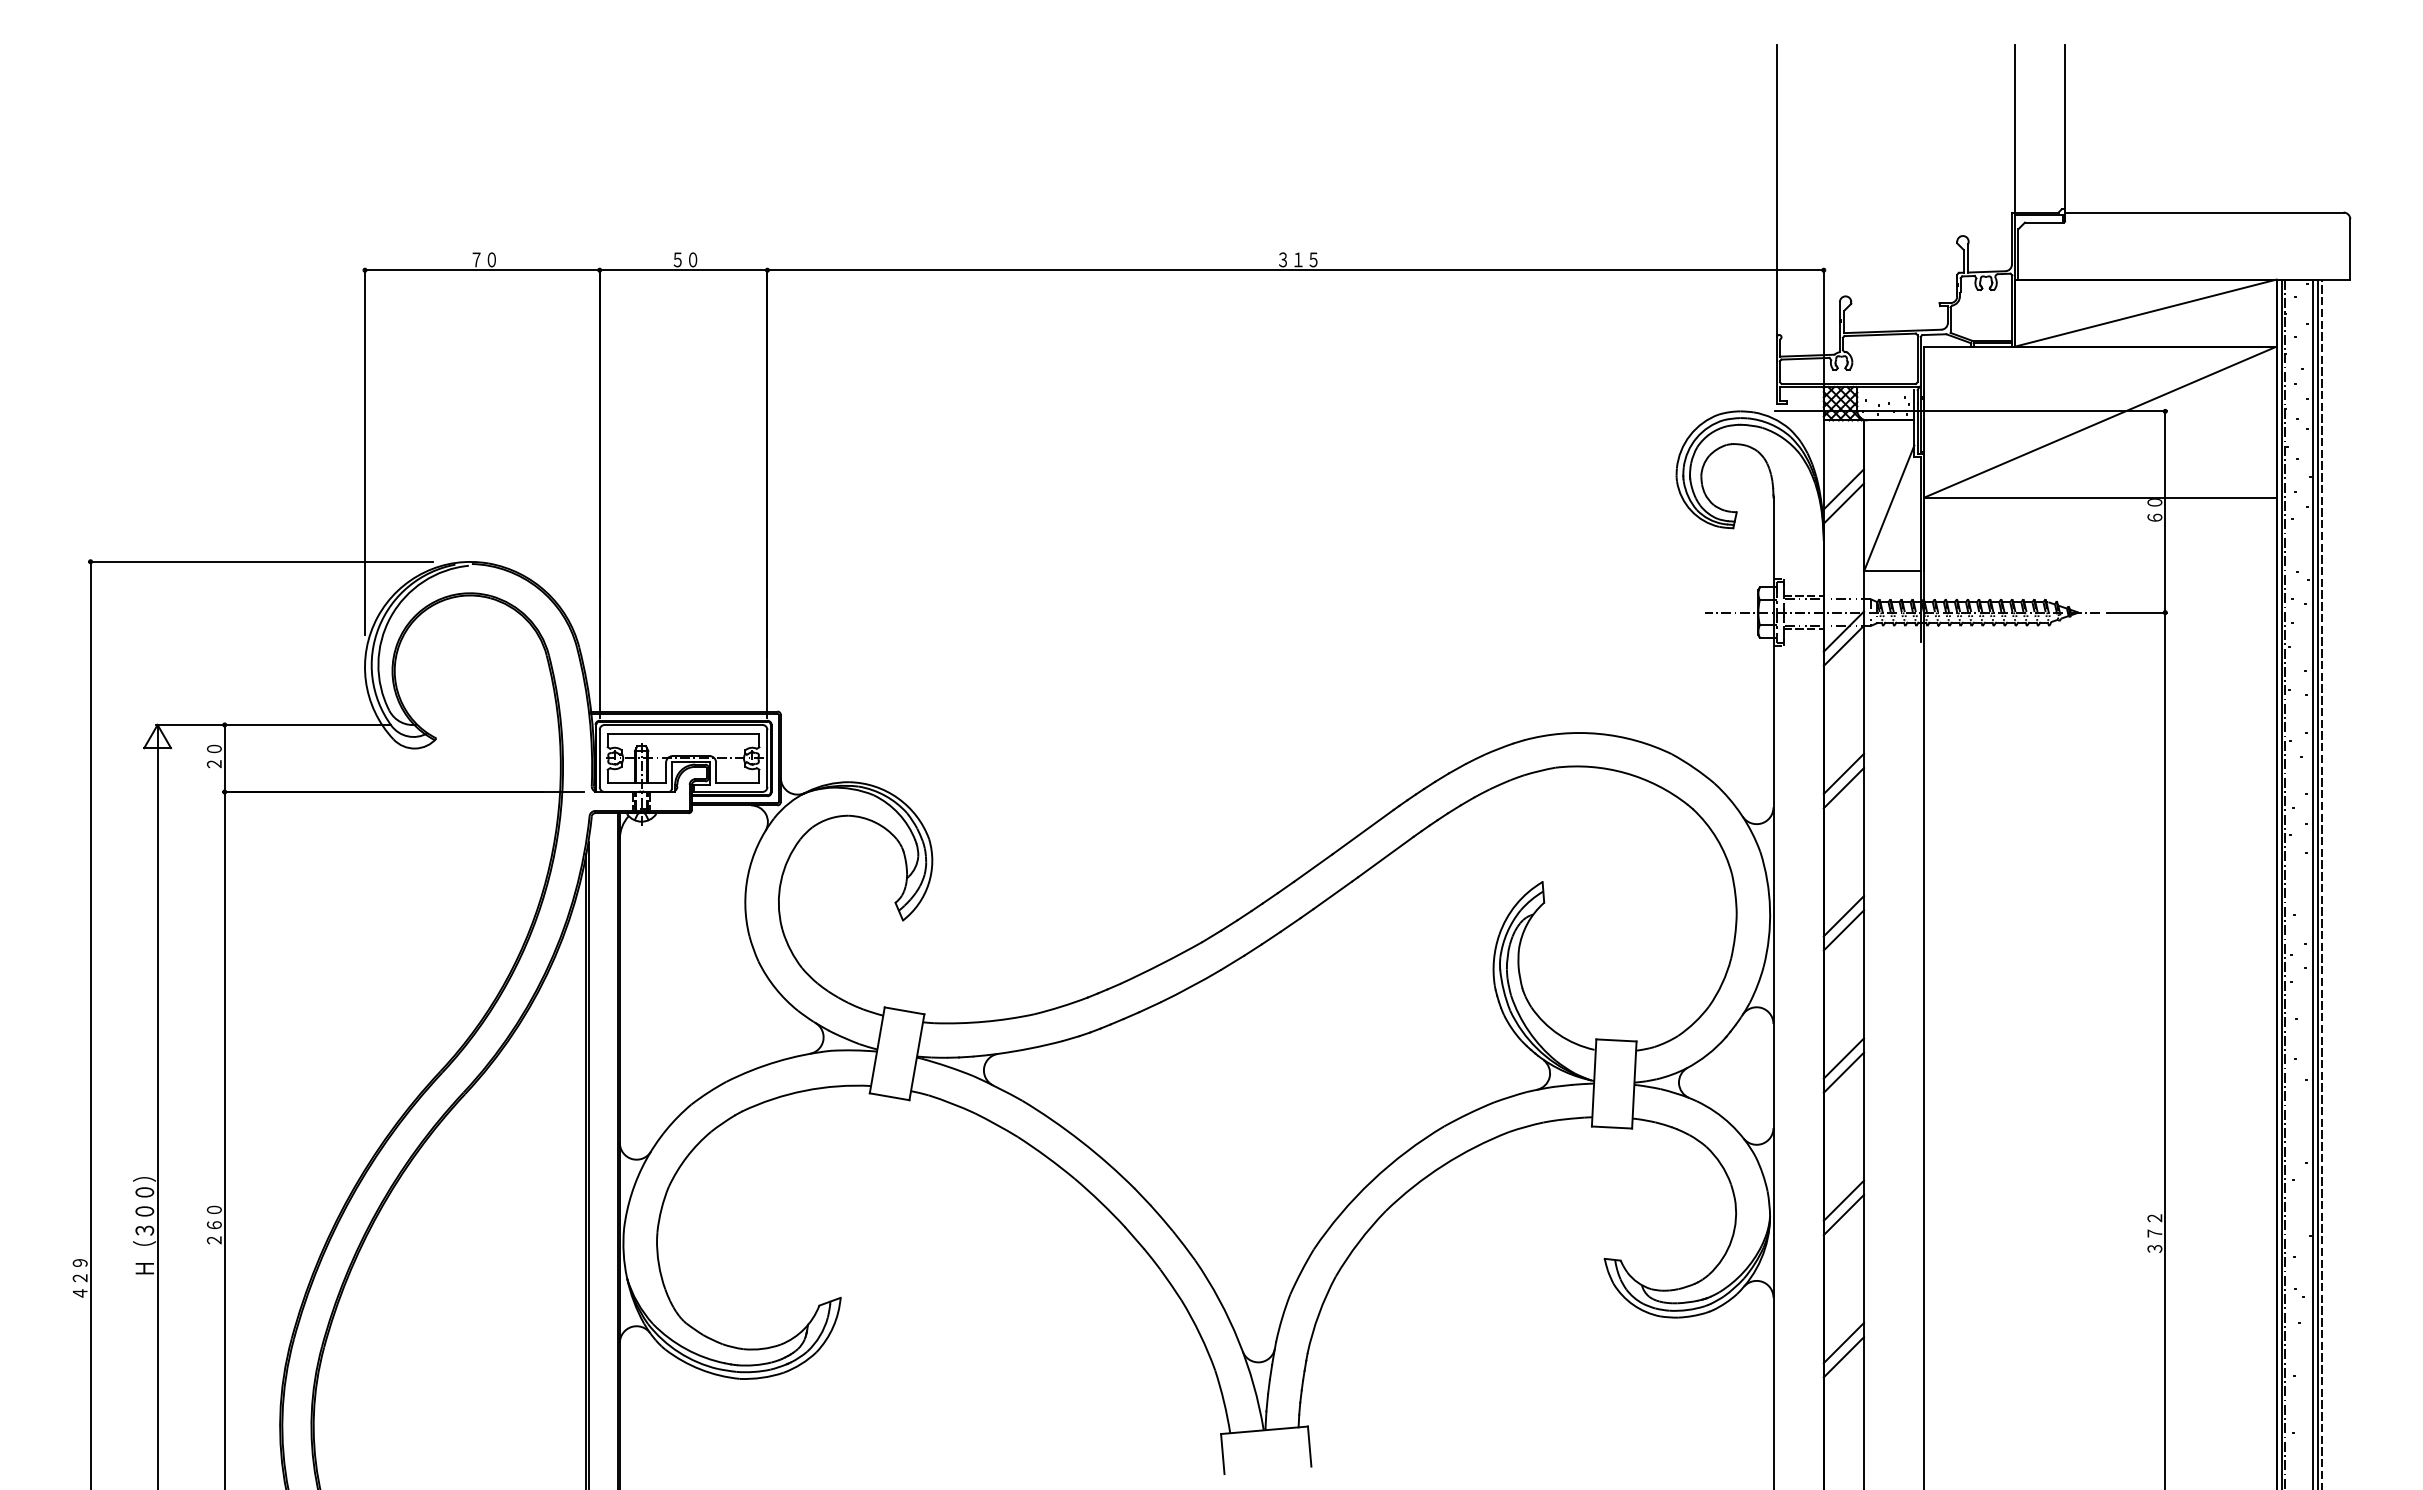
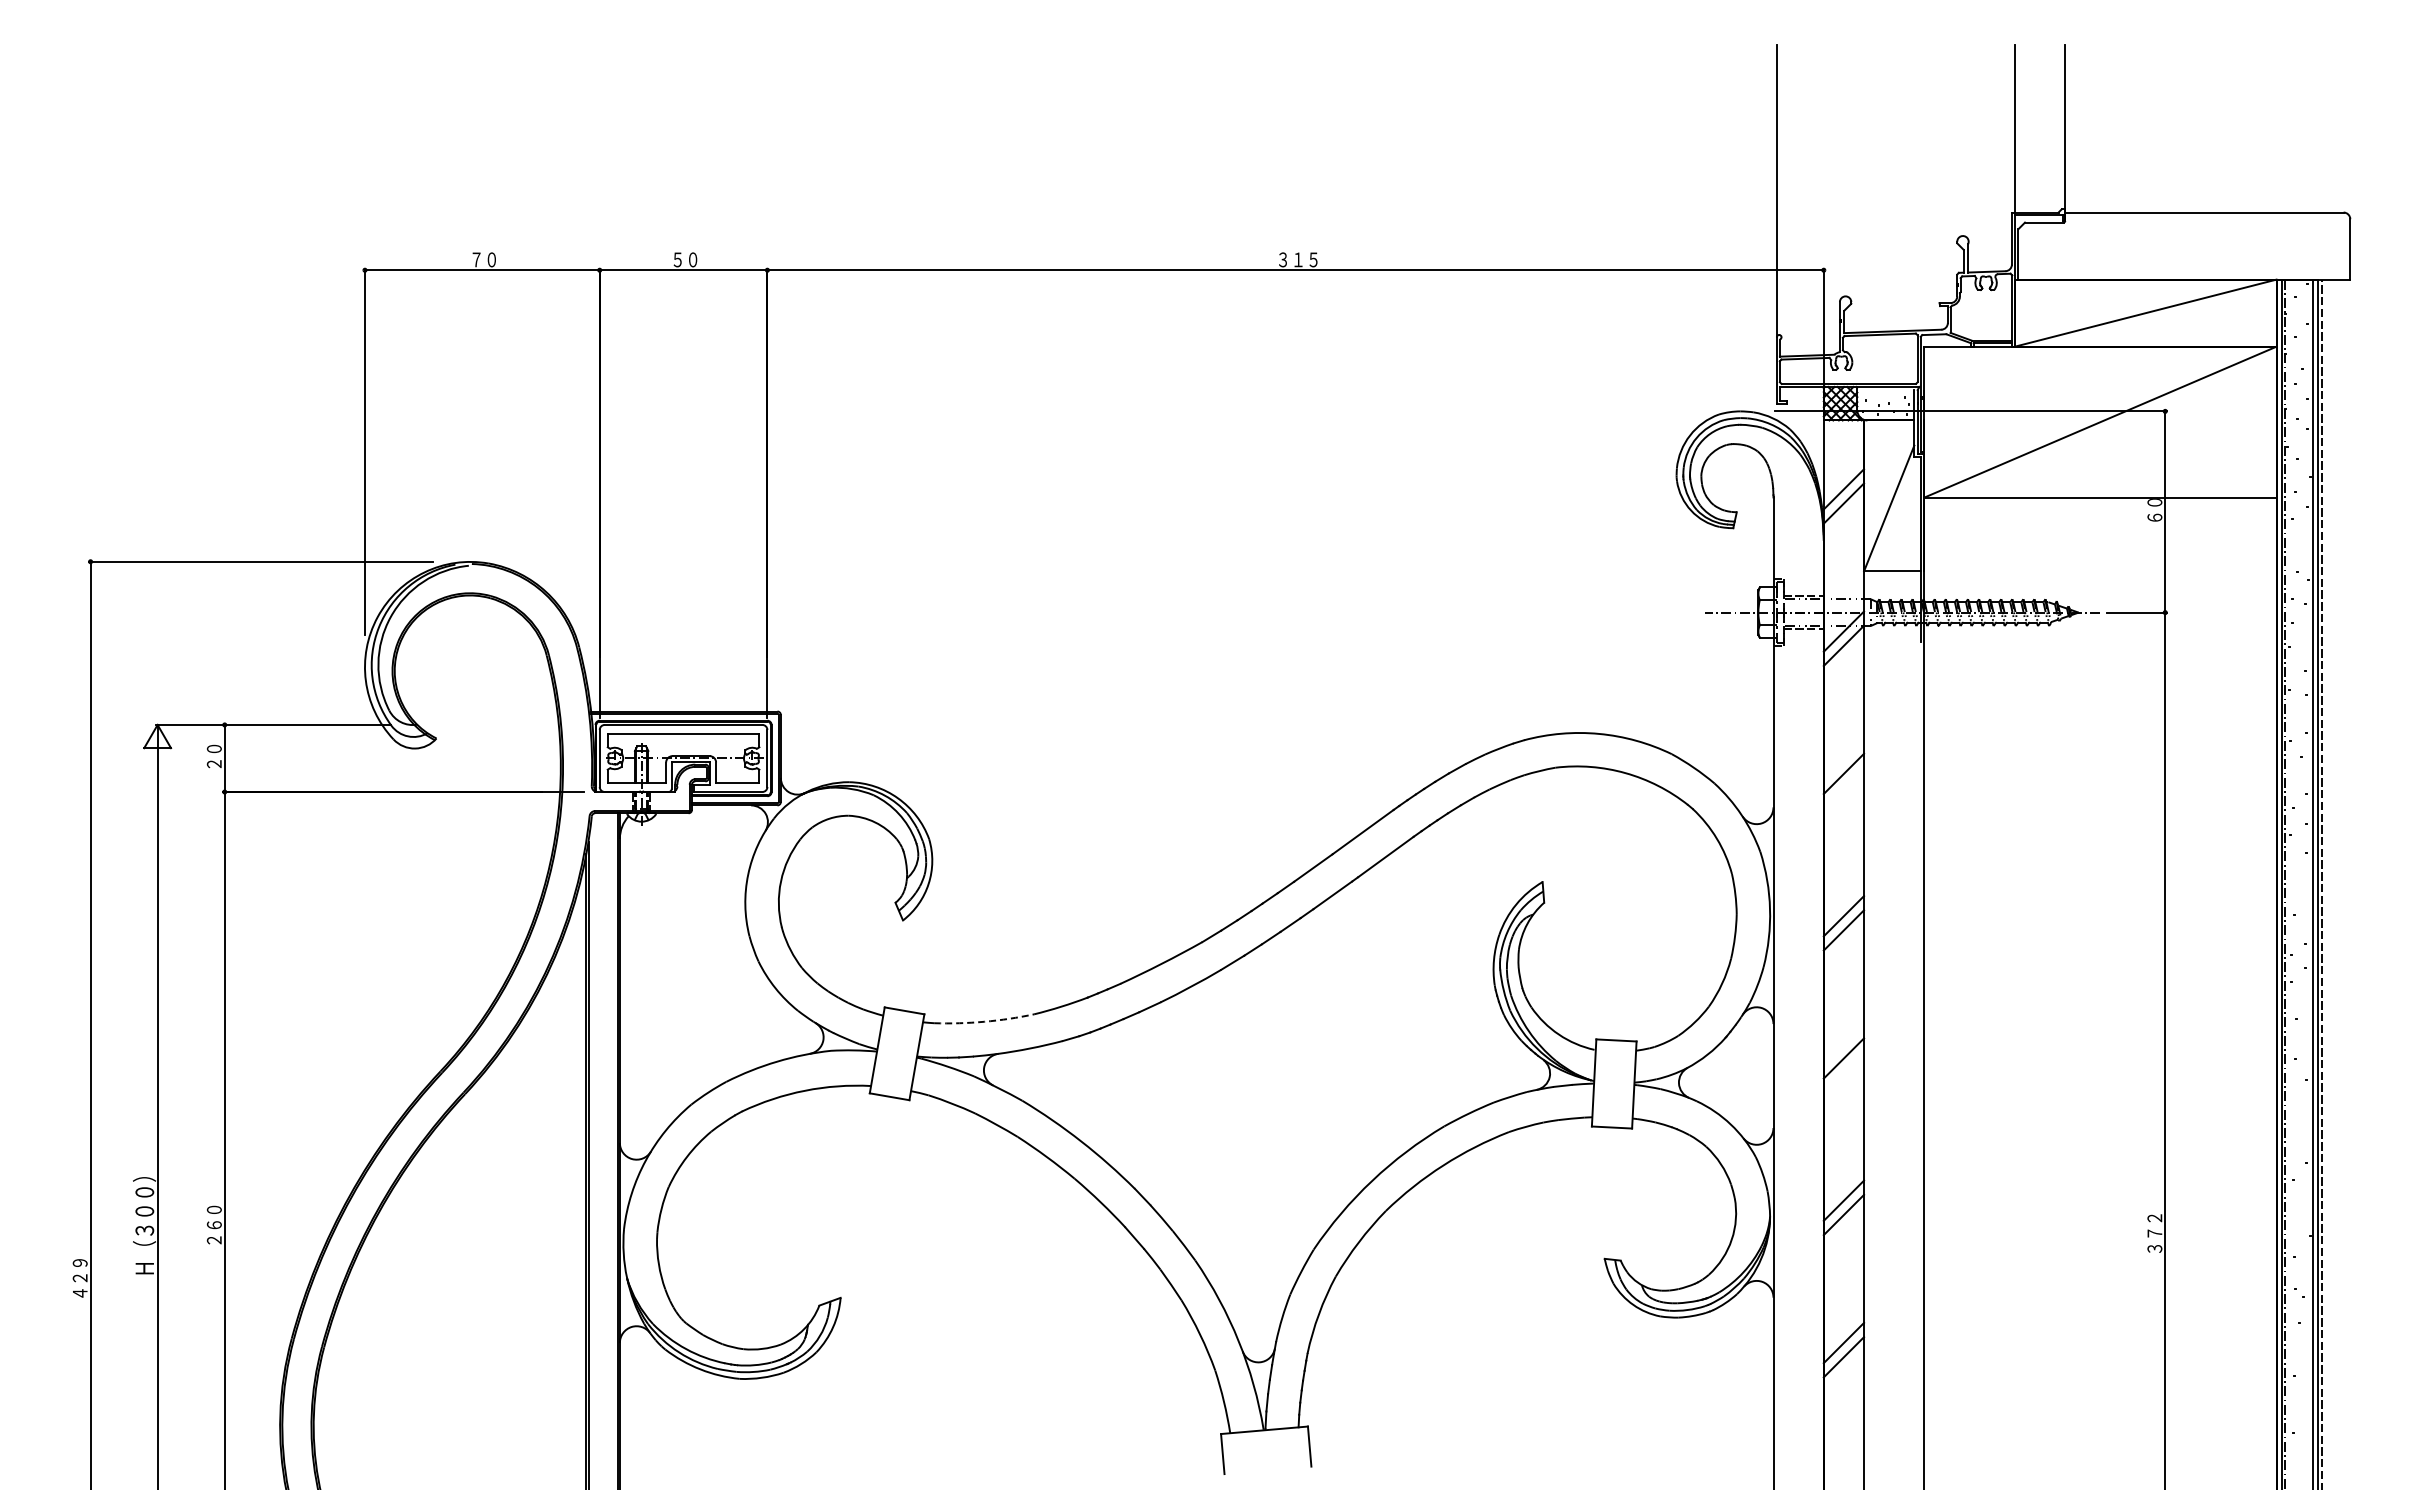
line at (1843, 788): present -> none
arc at (984, 1021): solid -> dashed
line at (1843, 1072): present -> none
